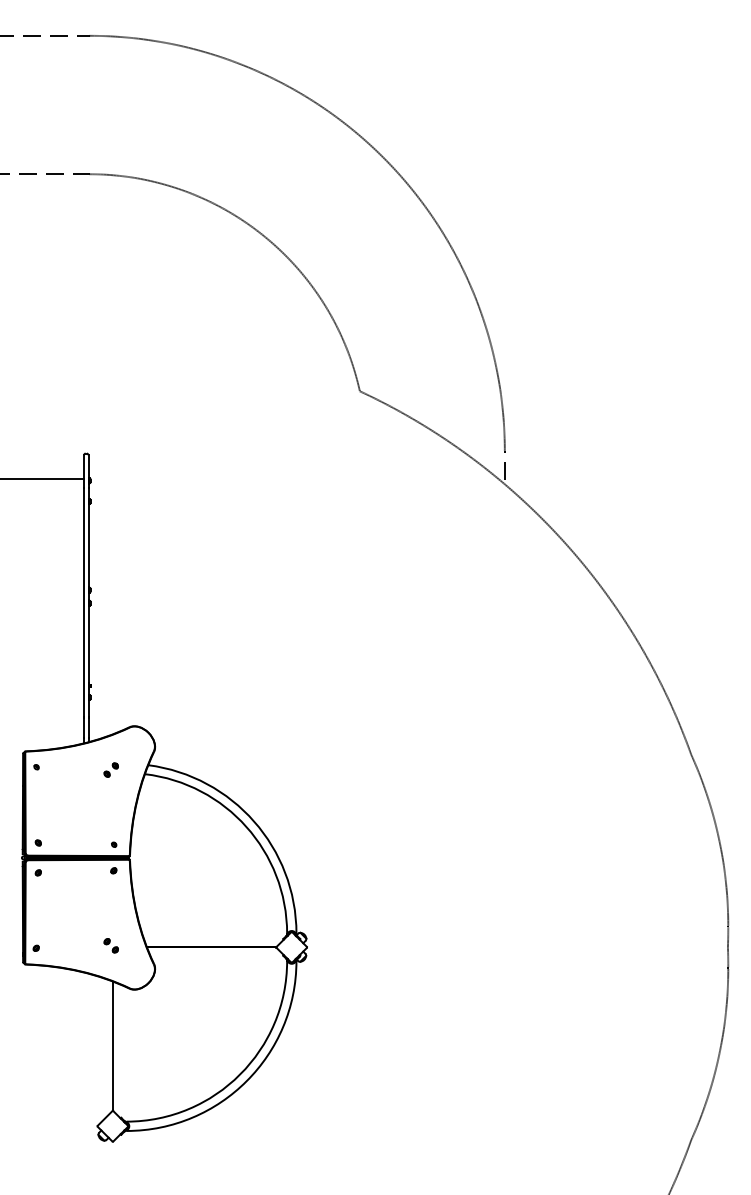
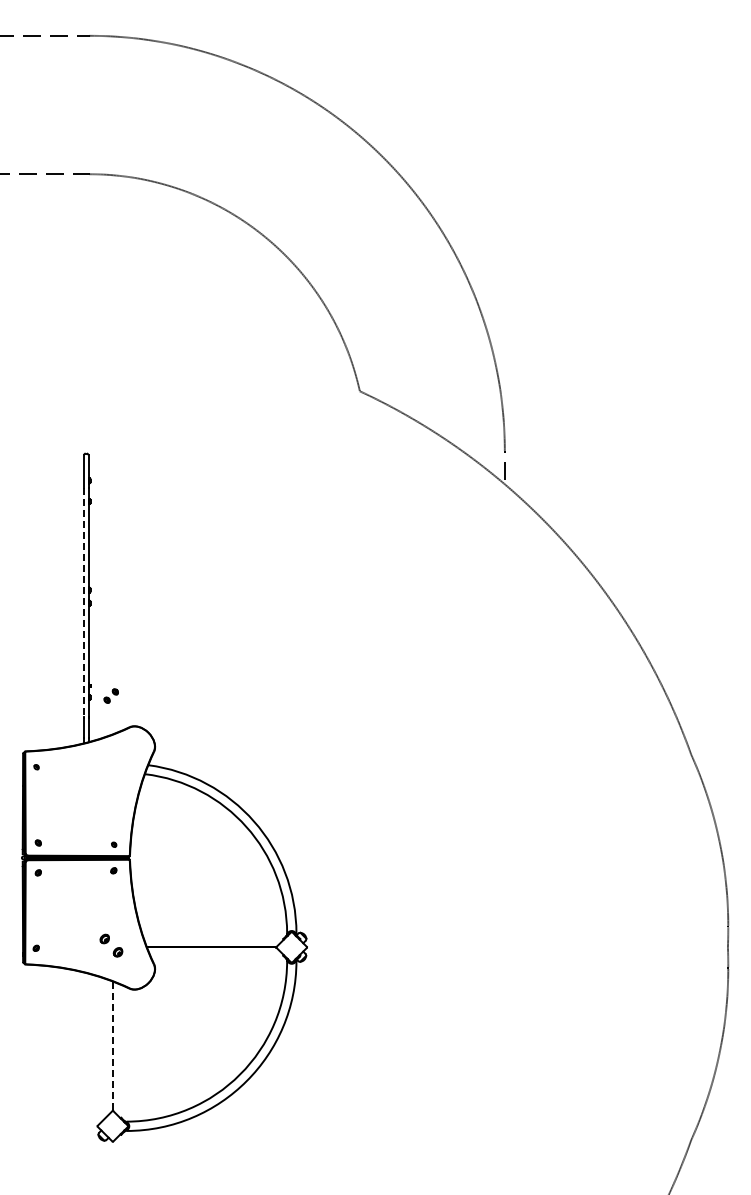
line at (43, 478): present -> none
line at (84, 602): solid -> dashed
part at (110, 769) position: (110, 769) -> (110, 695)
part at (110, 945) size: 16x16 px -> 25x25 px
line at (112, 1046): solid -> dashed
